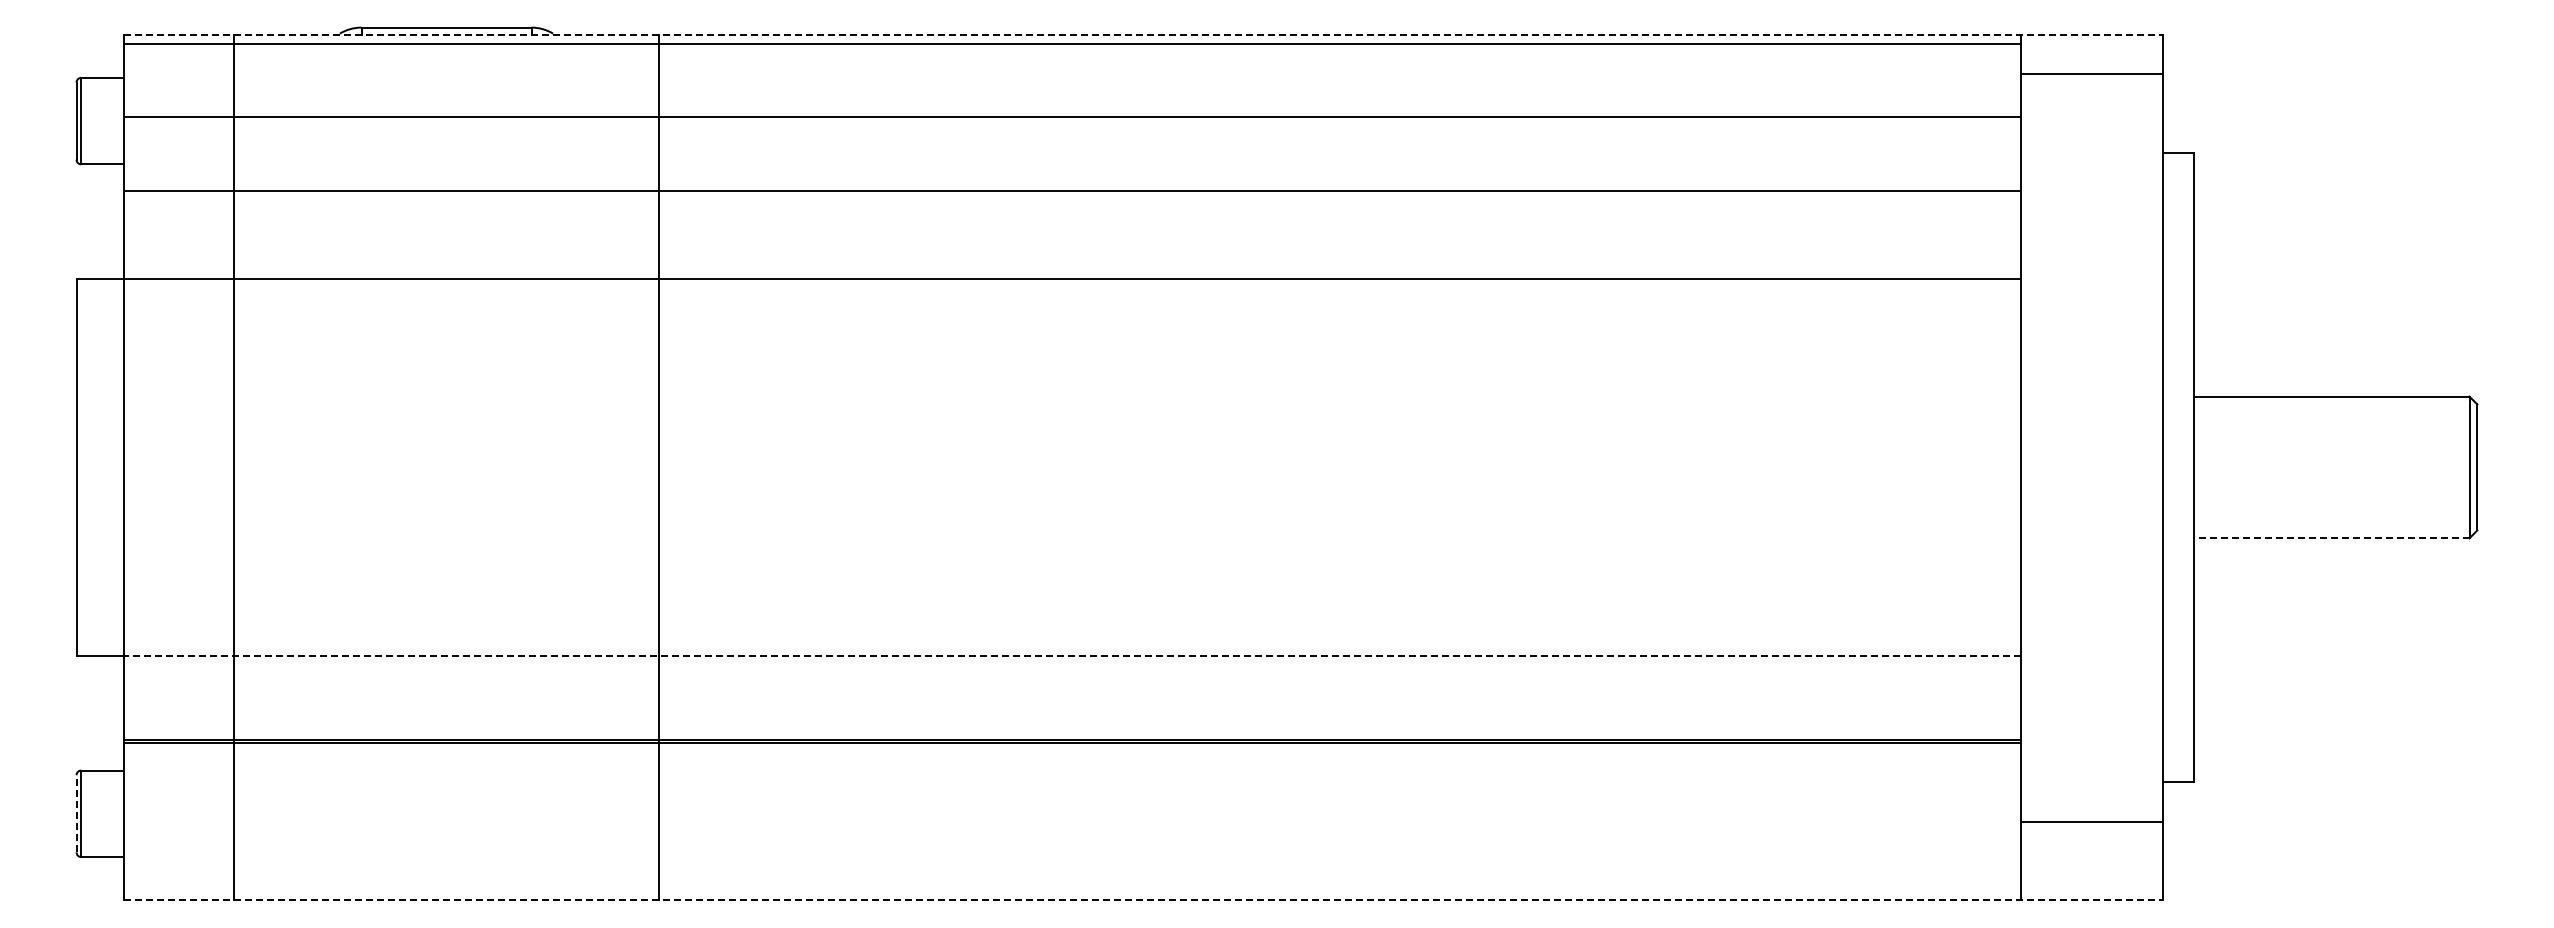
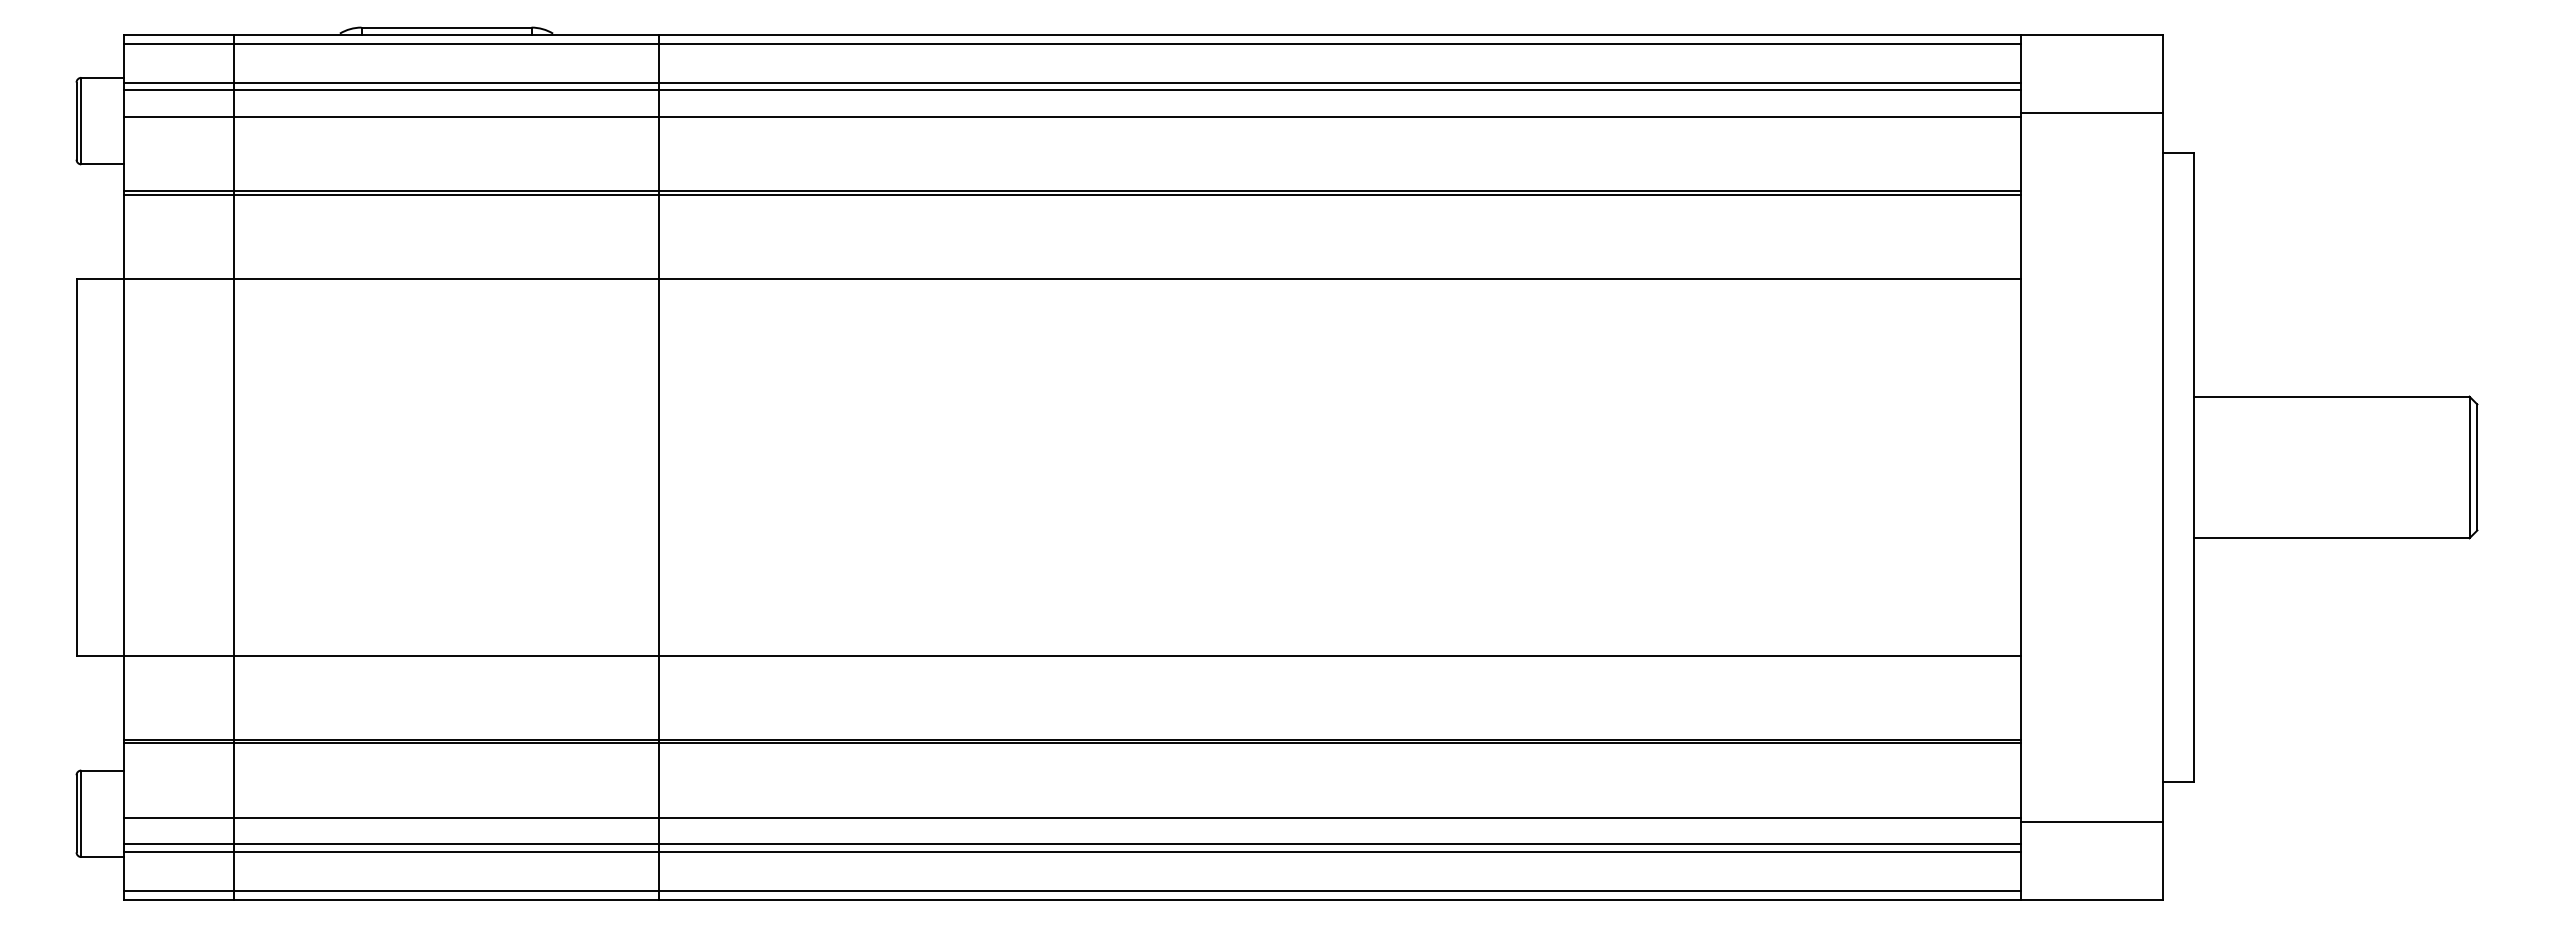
line at (1143, 34): dashed -> solid
line at (2091, 74) position: (2091, 74) -> (2091, 113)
line at (1071, 82): none -> present
line at (1071, 90): none -> present
line at (1071, 194): none -> present
line at (2331, 538): dashed -> solid
line at (1072, 656): dashed -> solid
line at (76, 813): dashed -> solid
line at (1071, 818): none -> present
line at (1071, 844): none -> present
line at (1071, 852): none -> present
line at (1071, 890): none -> present
line at (1143, 900): dashed -> solid
